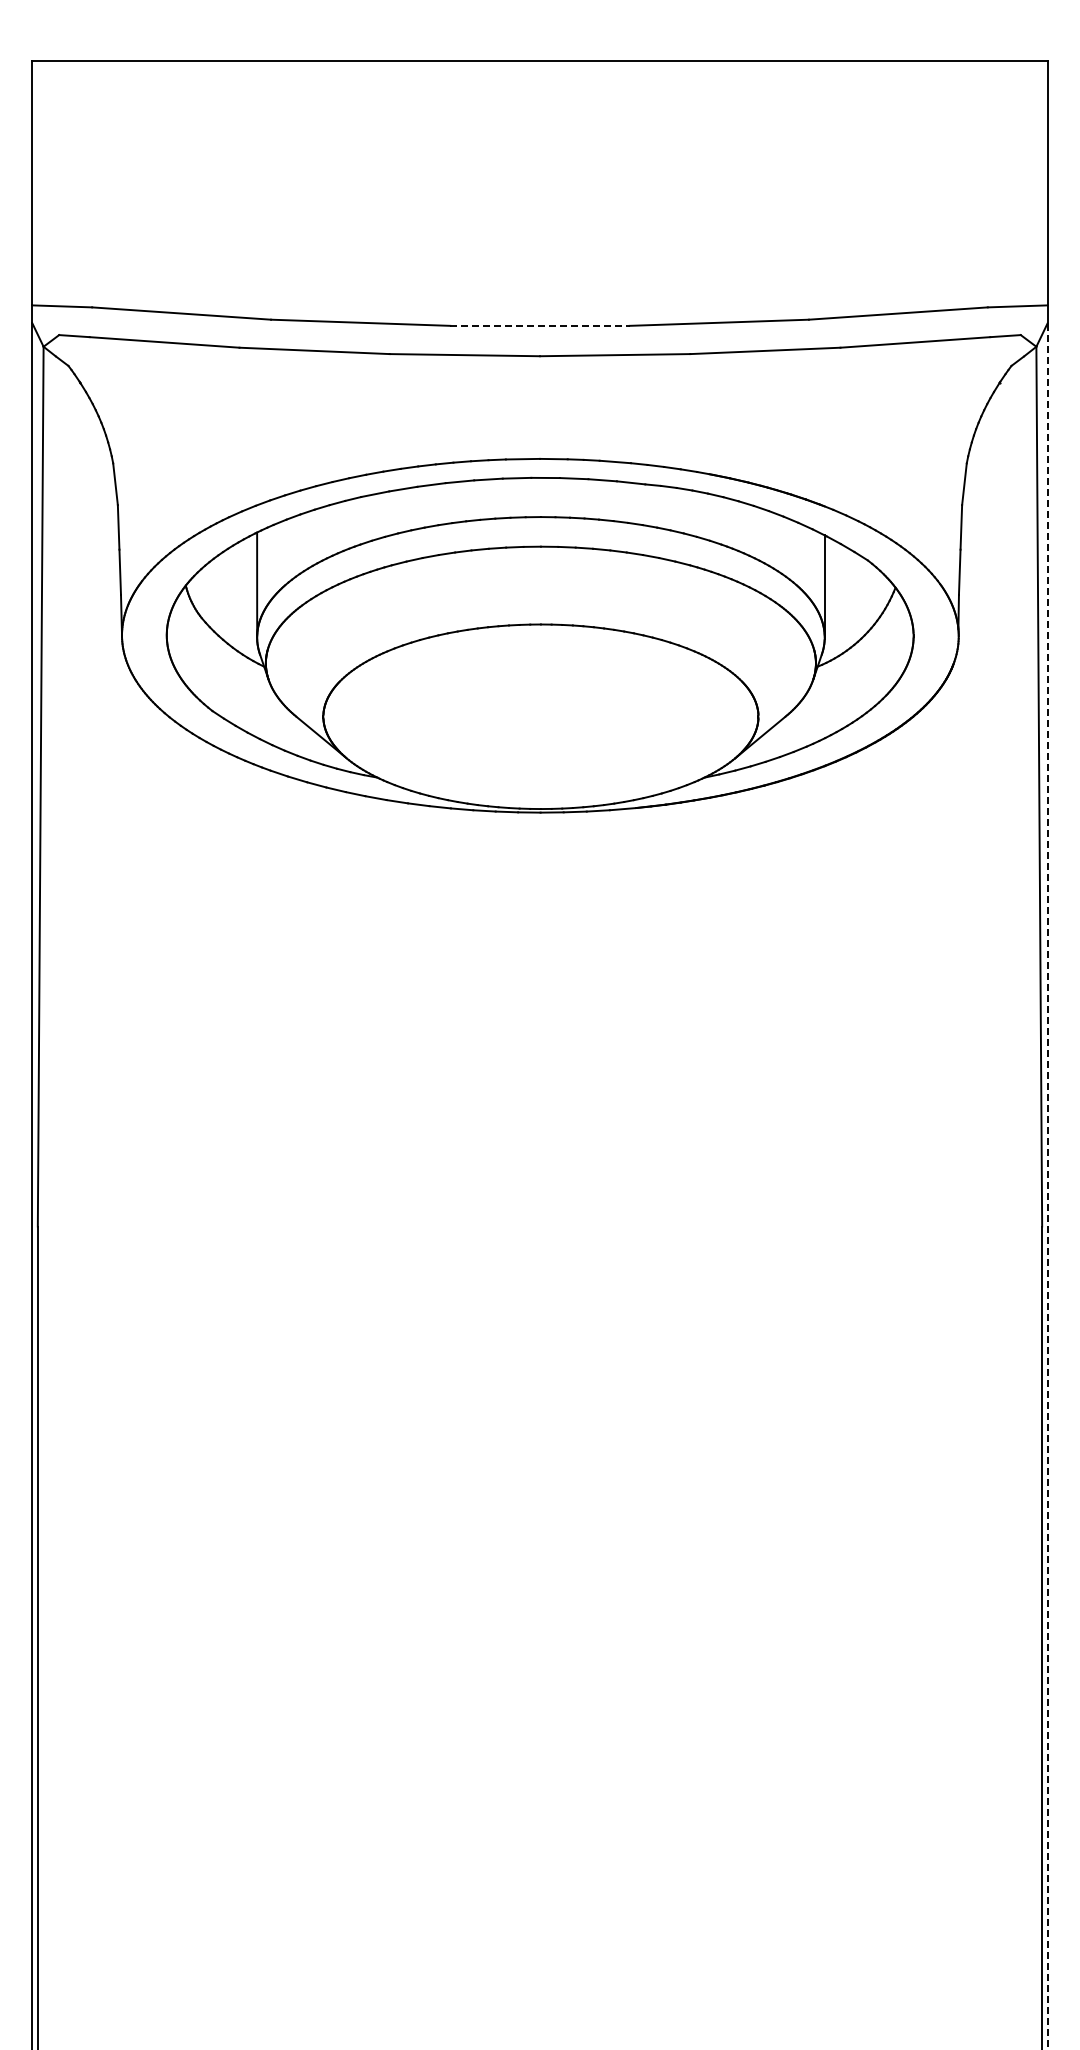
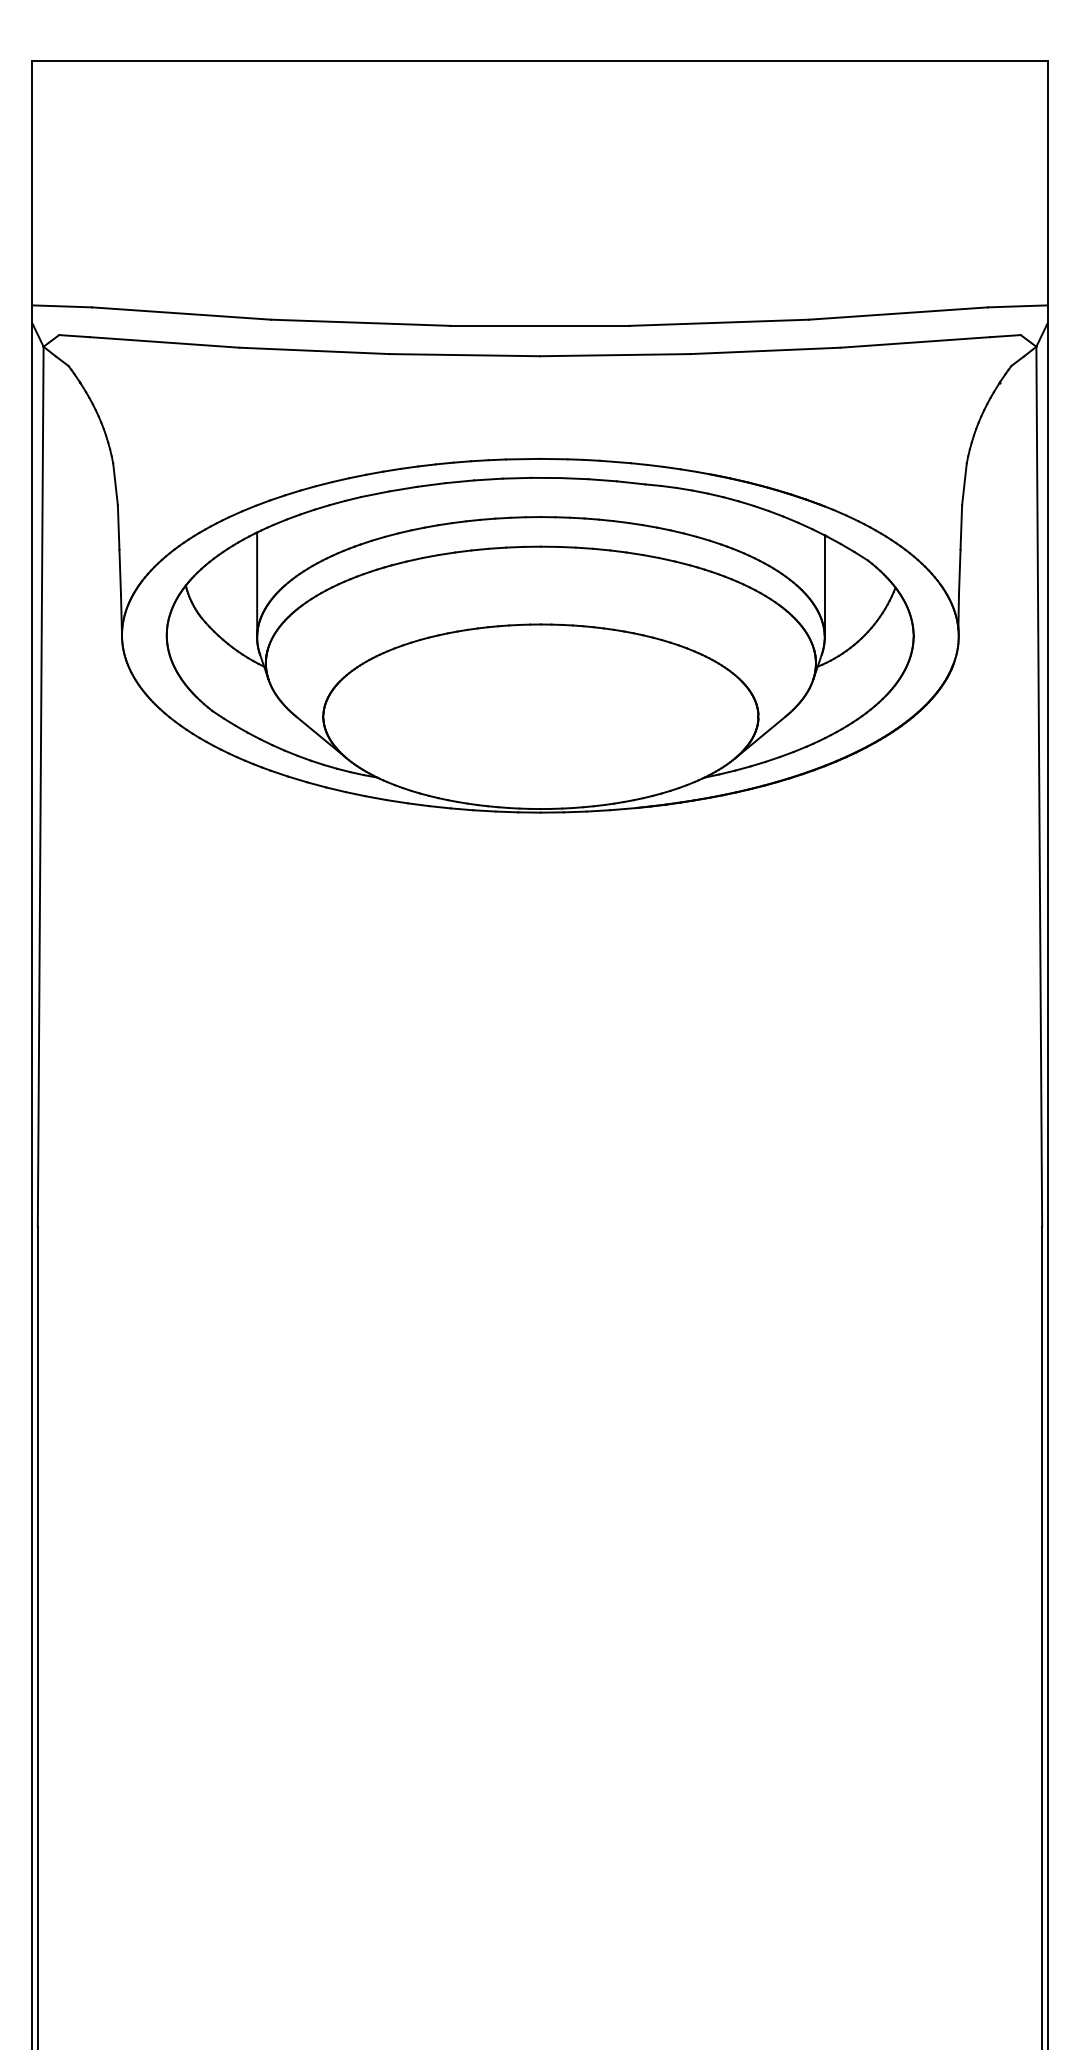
line at (539, 325): dashed -> solid
line at (1047, 1186): dashed -> solid
